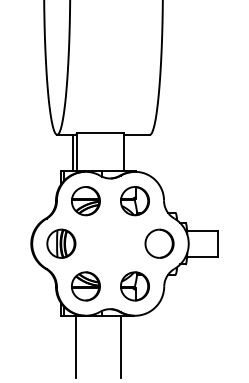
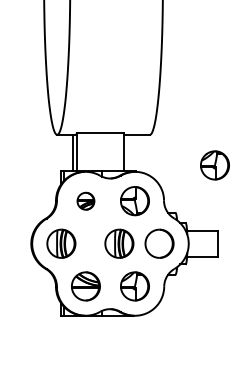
part at (214, 165): none -> present
part at (85, 201) size: 30x31 px -> 20x20 px
part at (119, 243): none -> present
line at (76, 346): present -> none
line at (120, 346): present -> none
